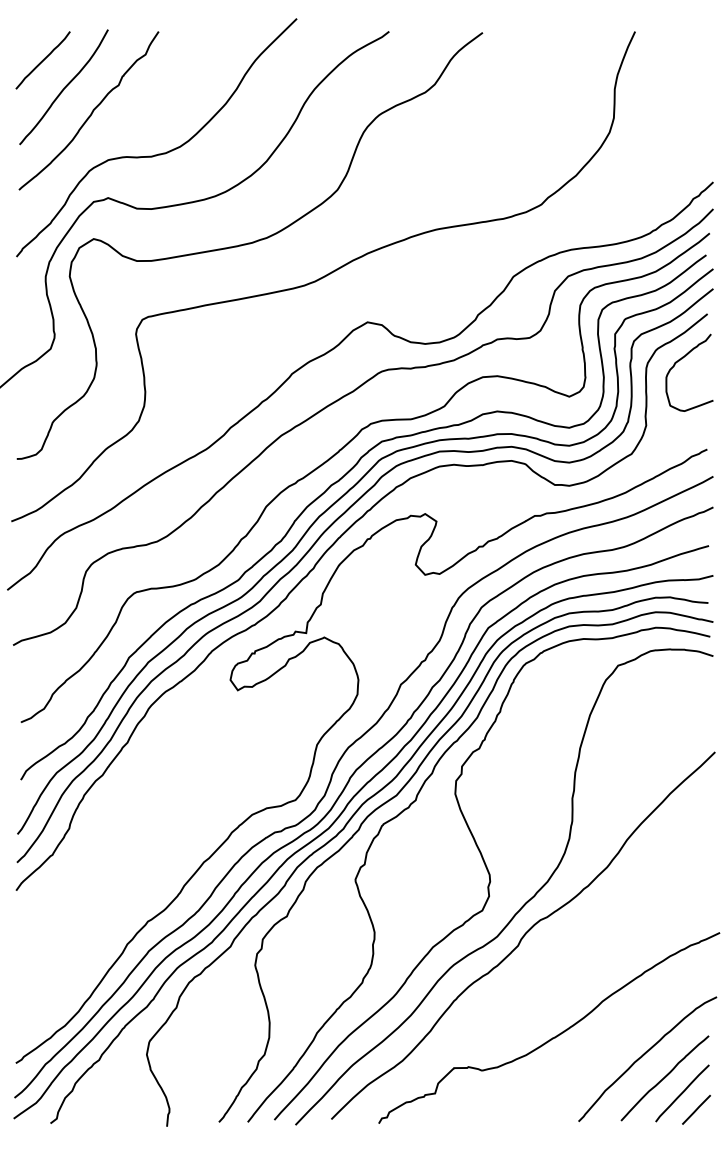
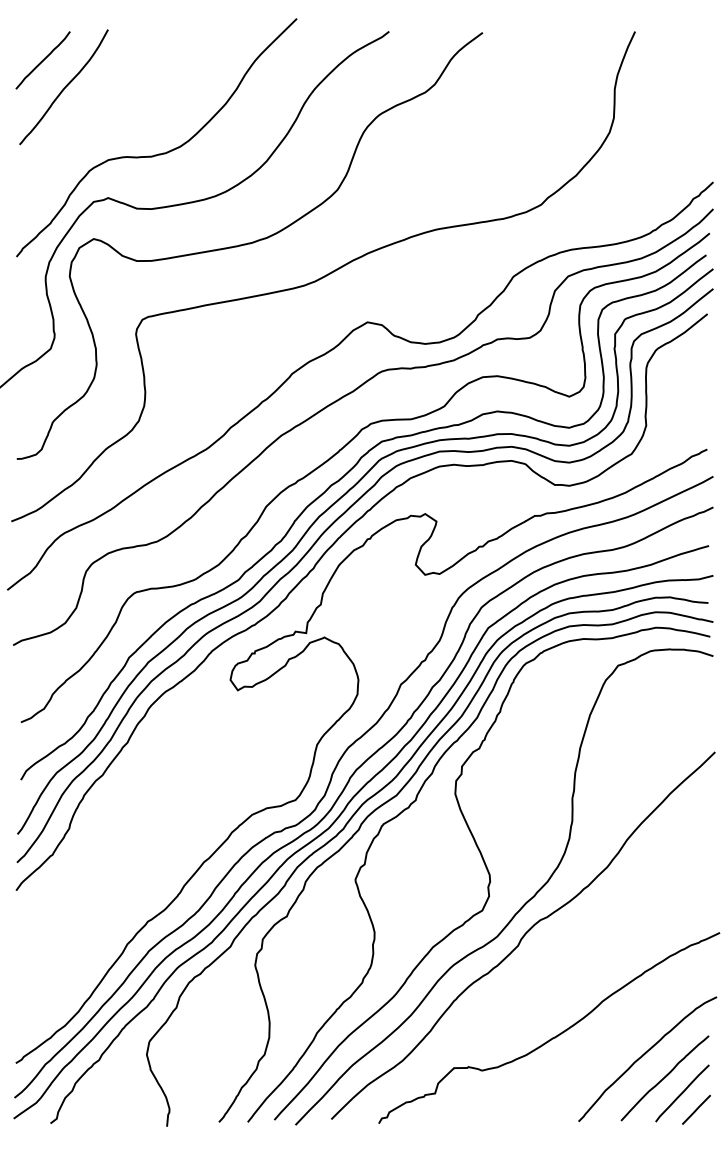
curve at (91, 111): present -> none
curve at (682, 359): present -> none
